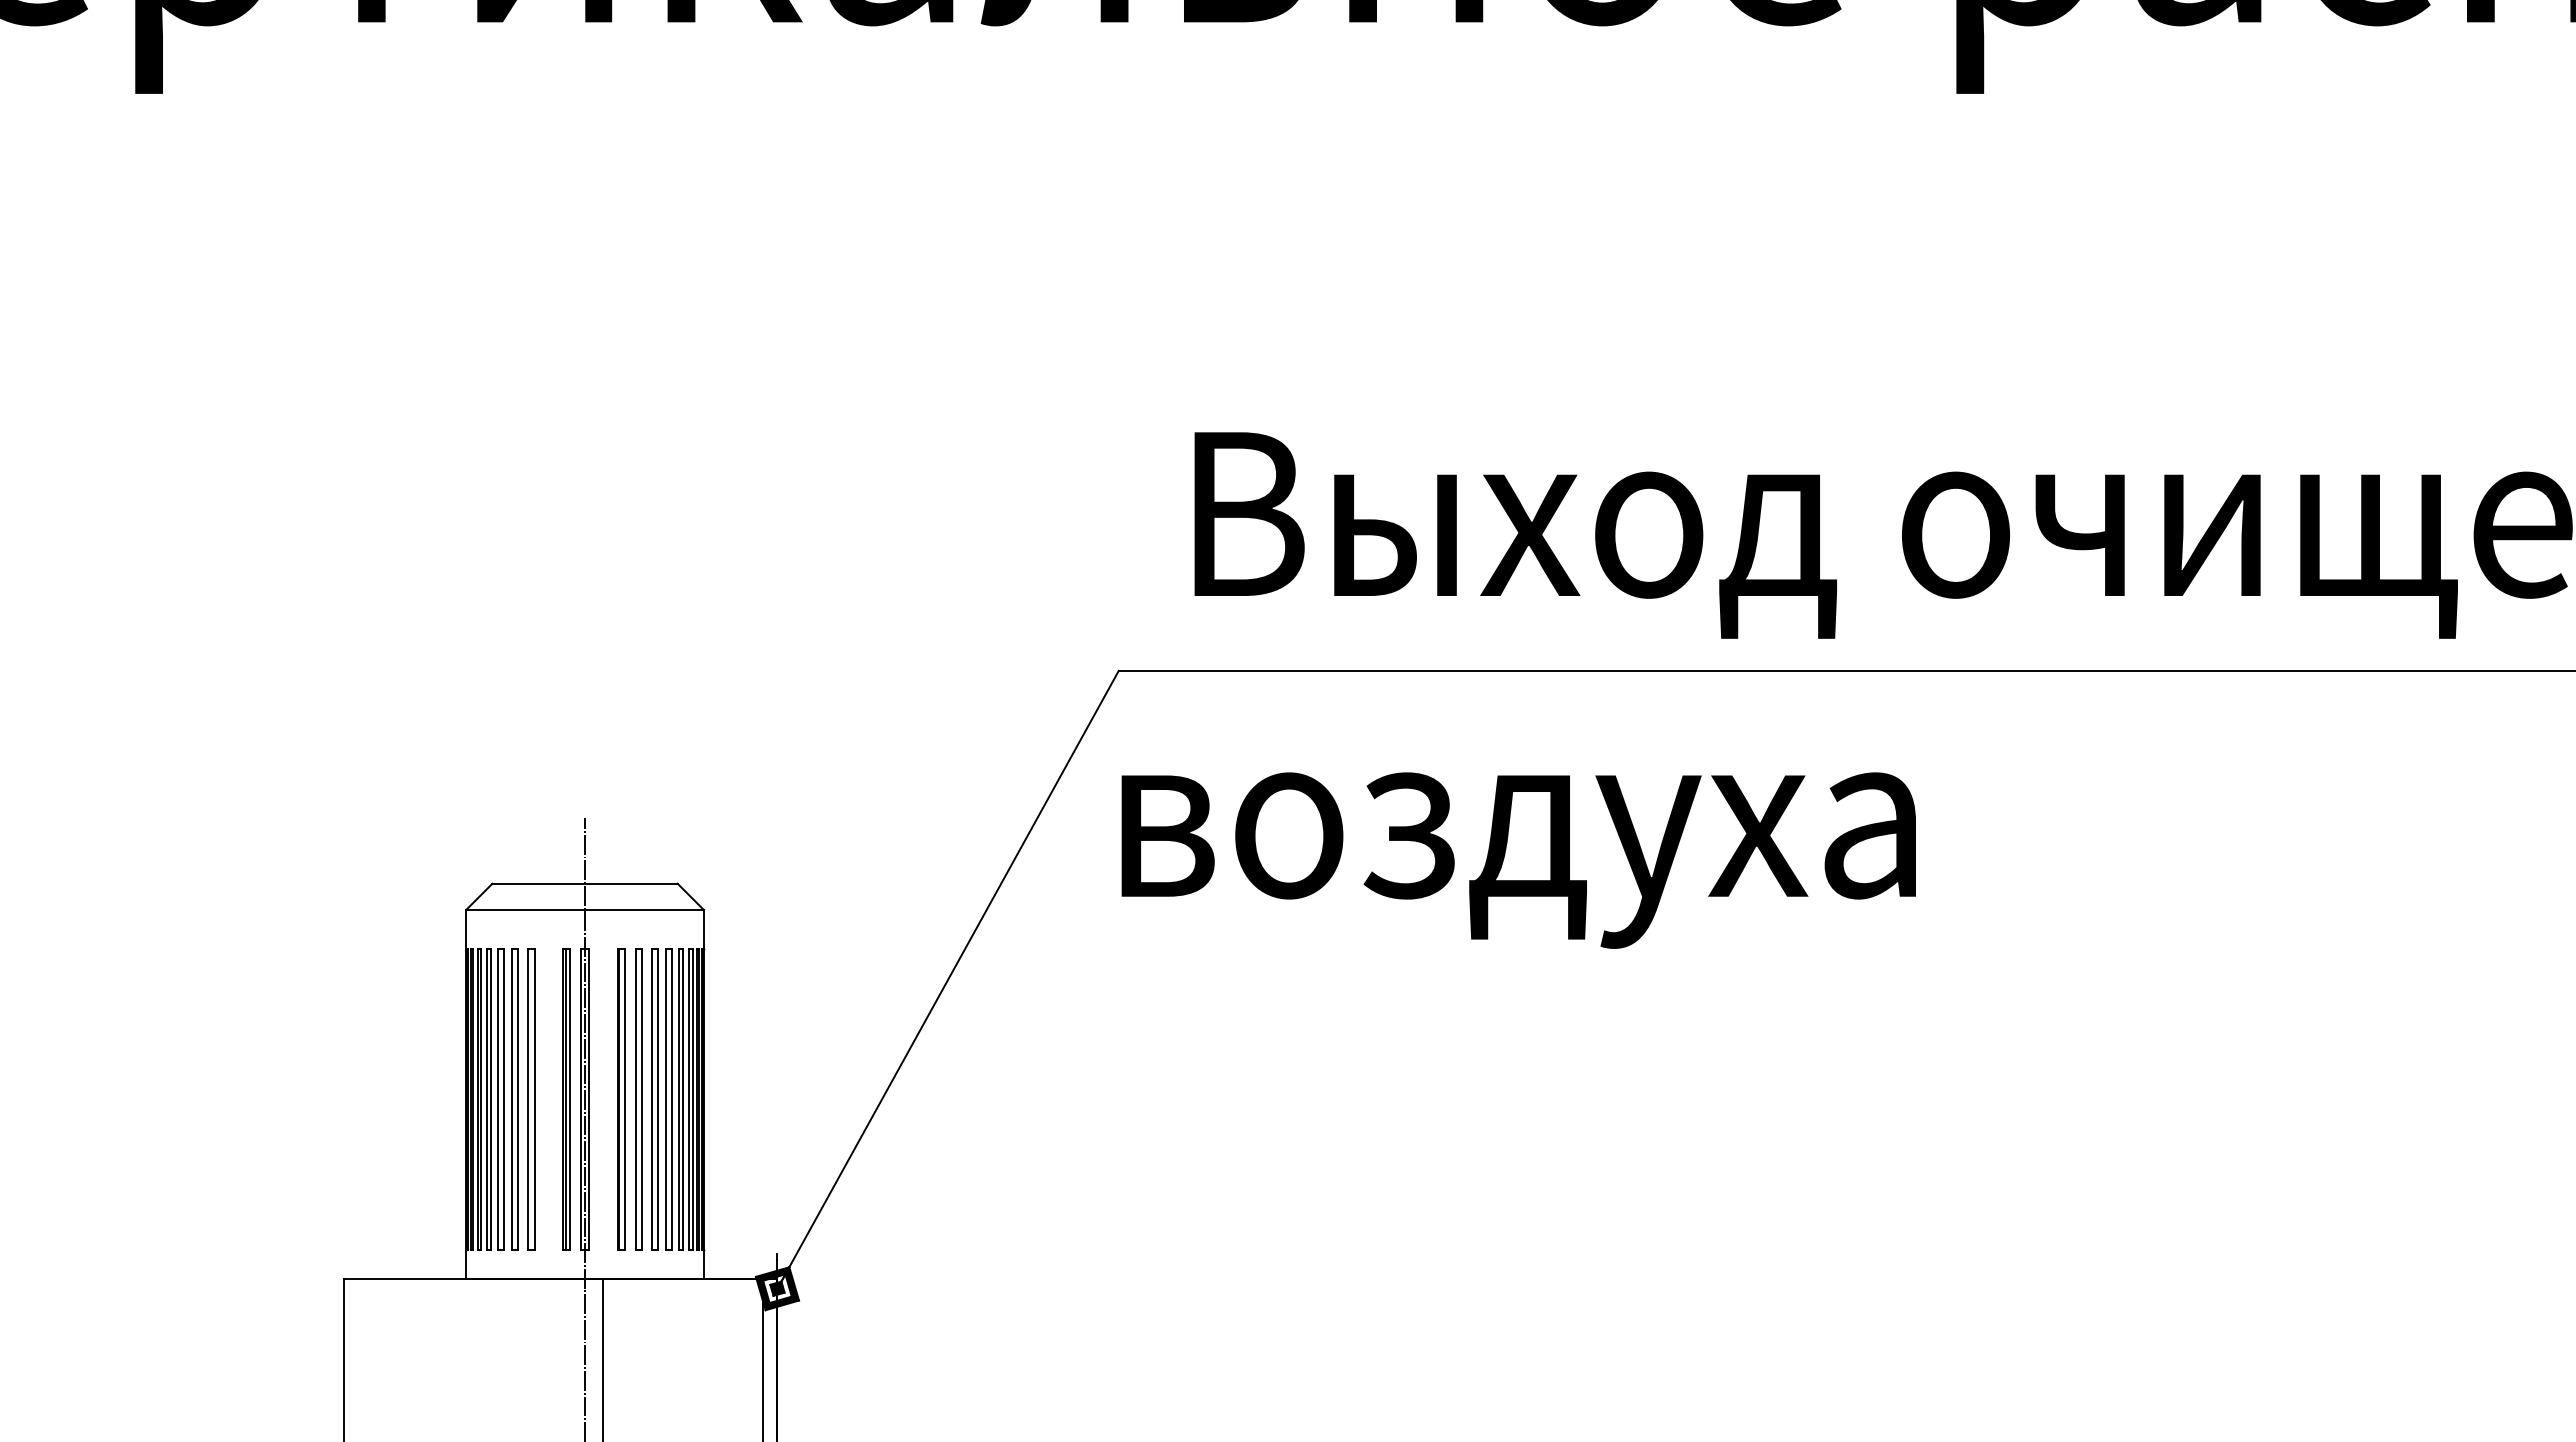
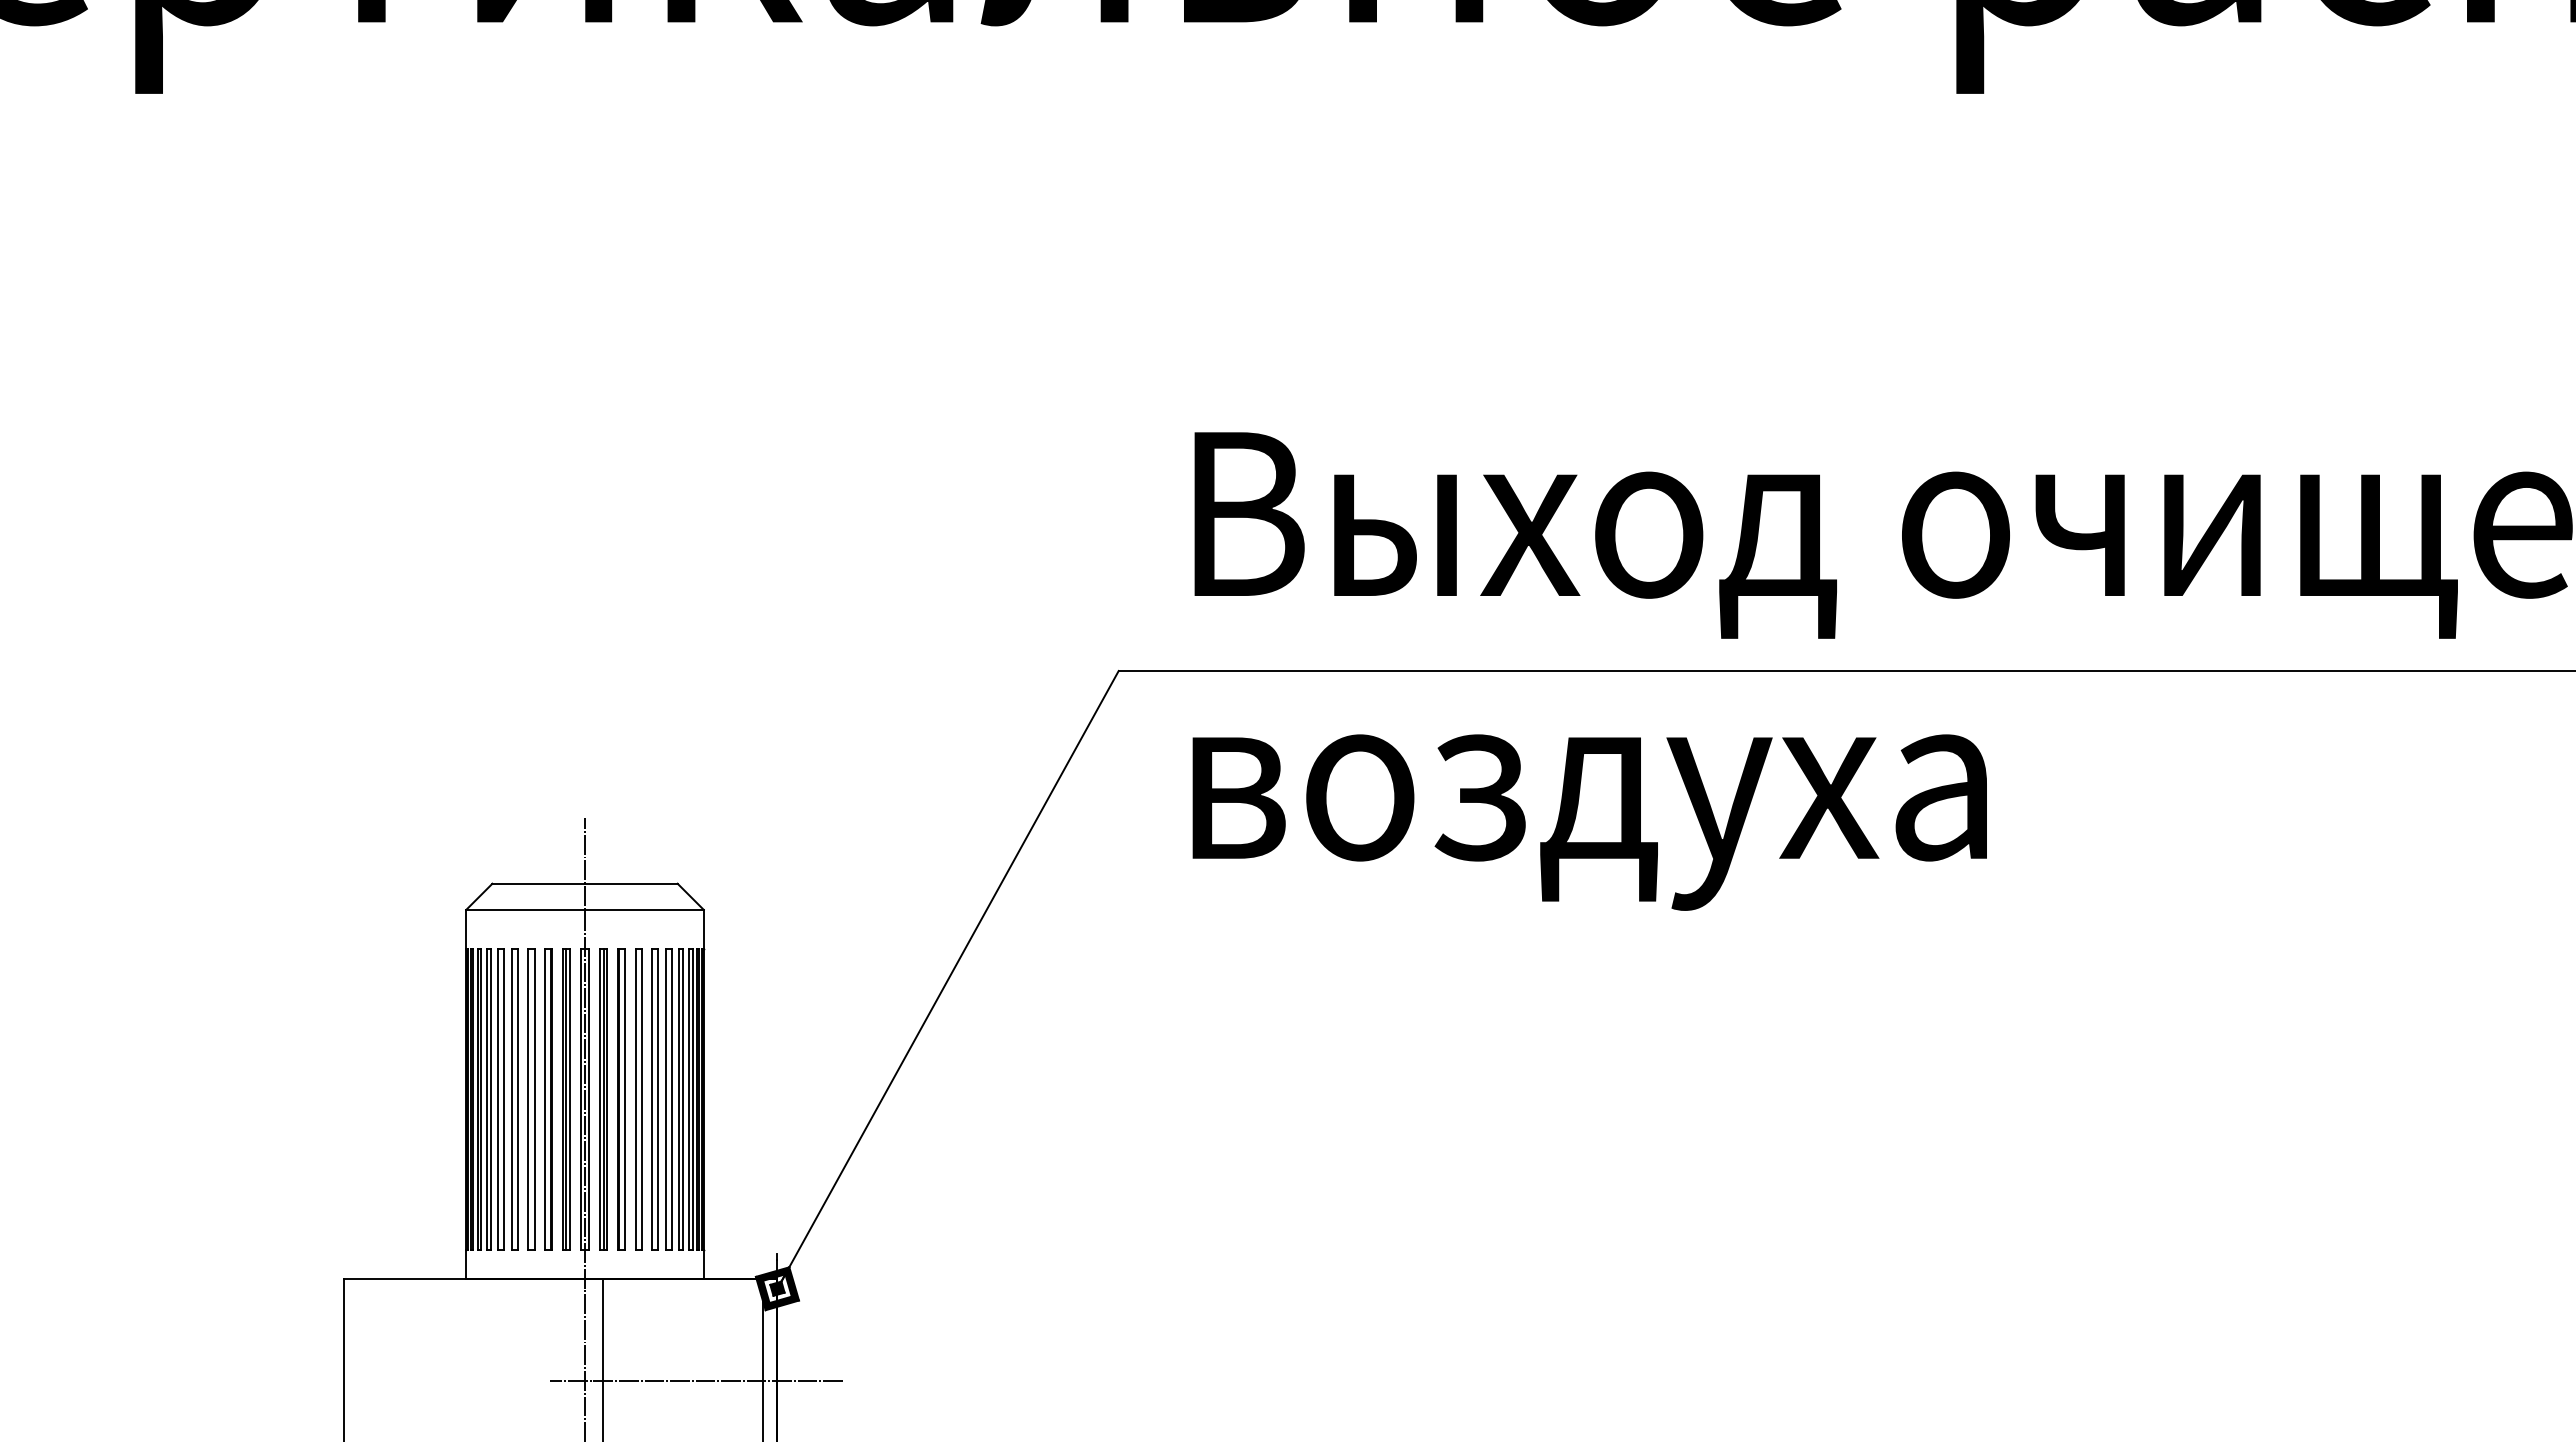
text at (1518, 860) position: (1518, 860) -> (1589, 822)
part at (548, 1099): none -> present
part at (603, 1099): none -> present
line at (695, 1380): none -> present
